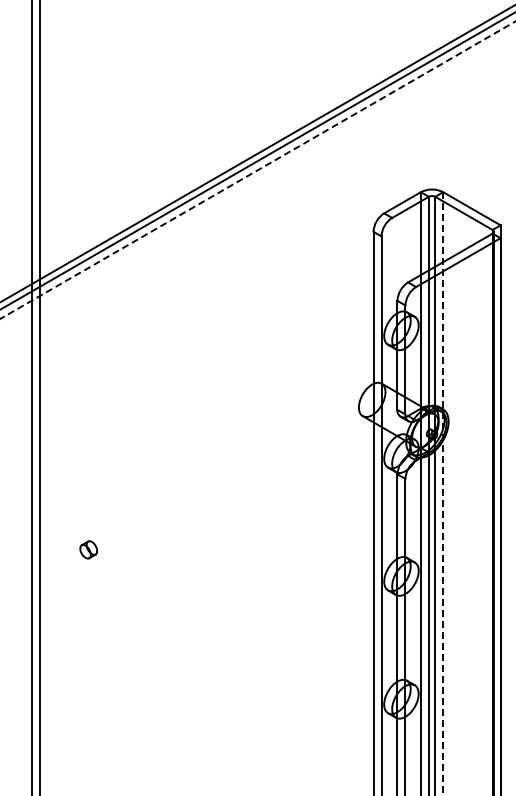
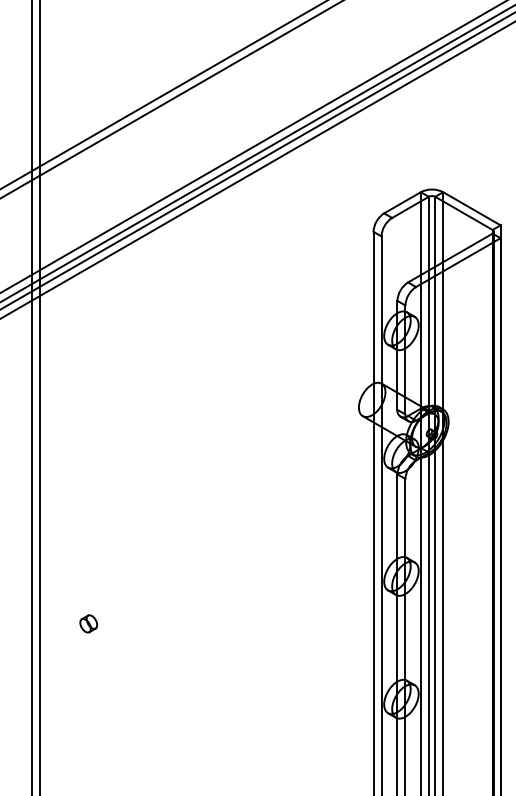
line at (163, 95): none -> present
line at (171, 99): none -> present
line at (252, 146): none -> present
line at (257, 170): dashed -> solid
line at (443, 494): dashed -> solid
part at (88, 549) position: (88, 549) -> (88, 623)
